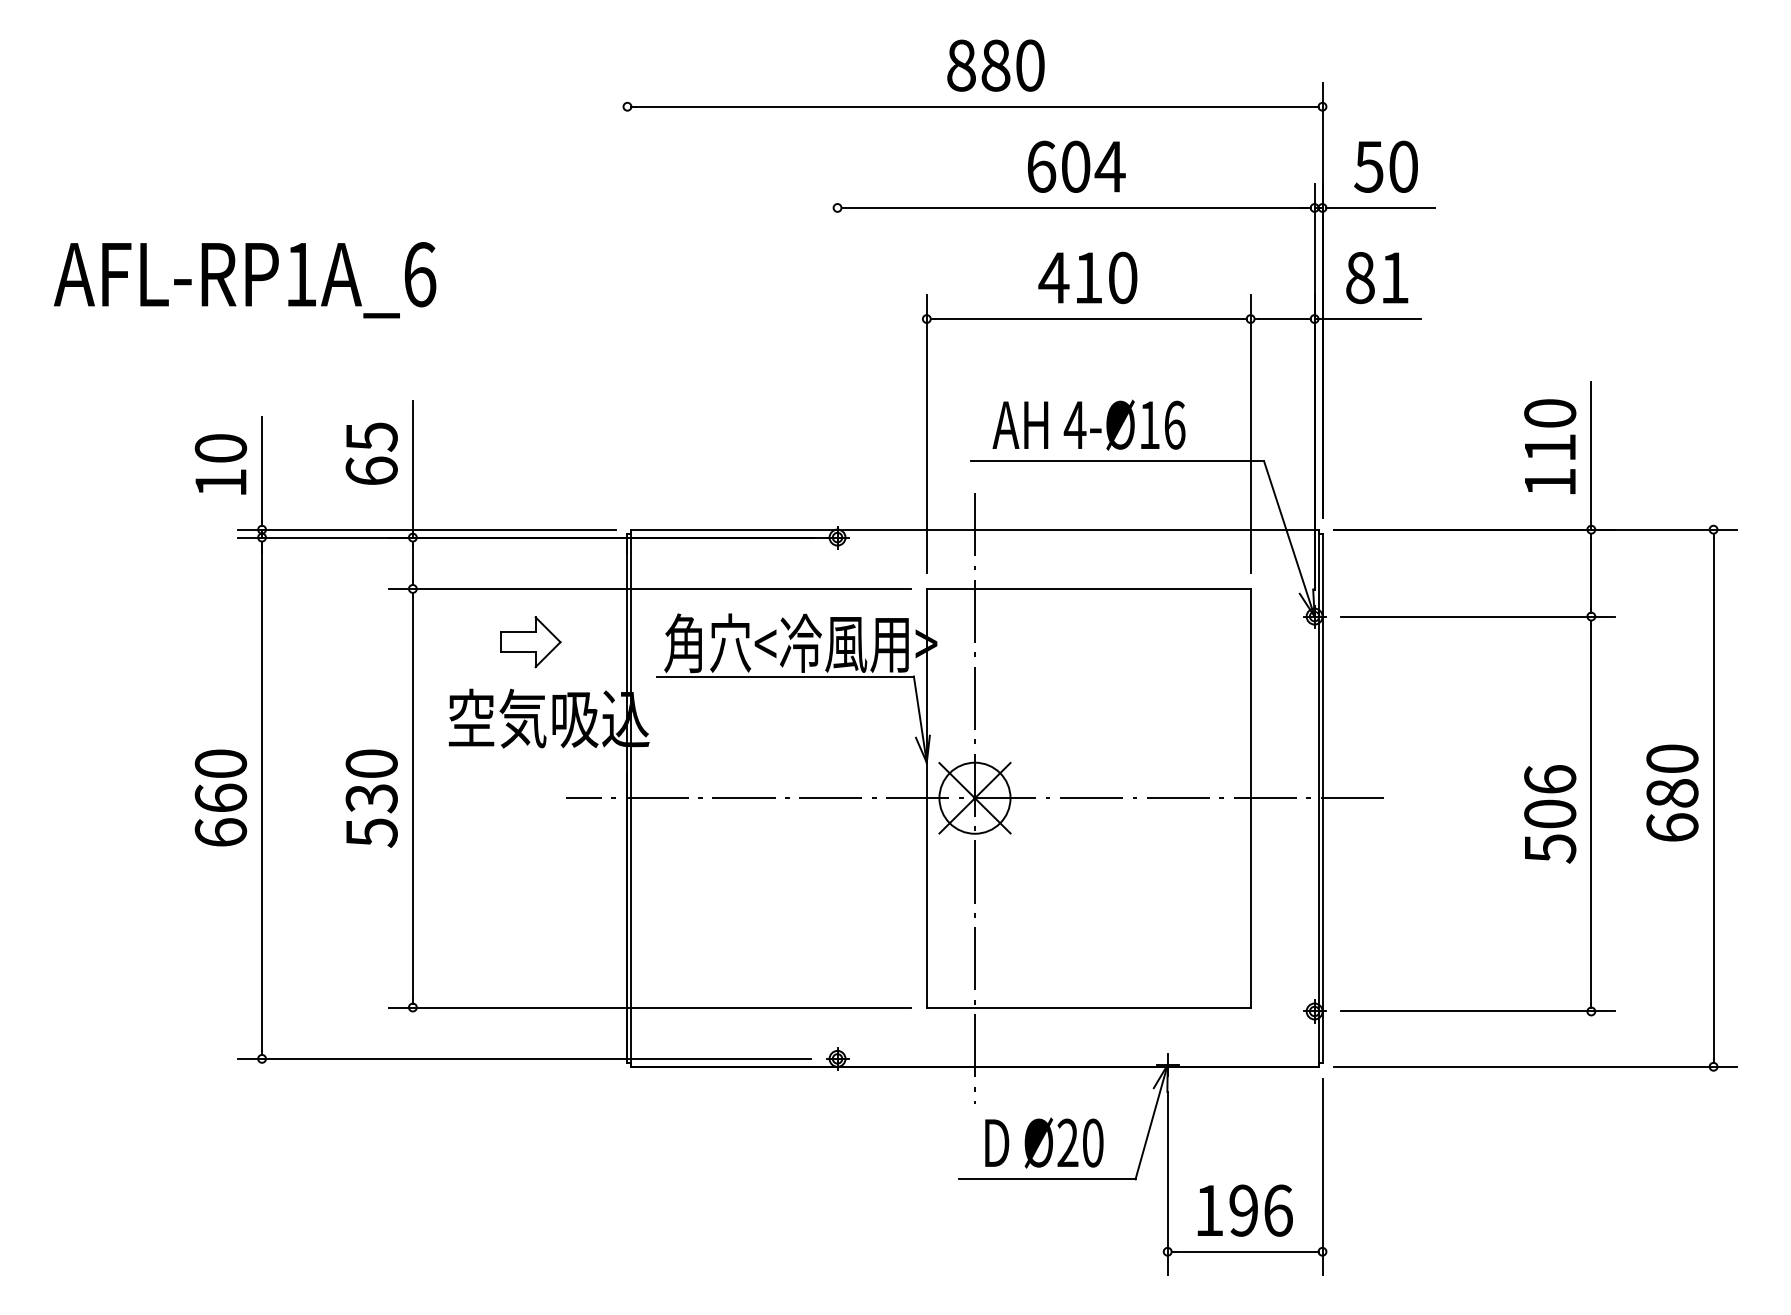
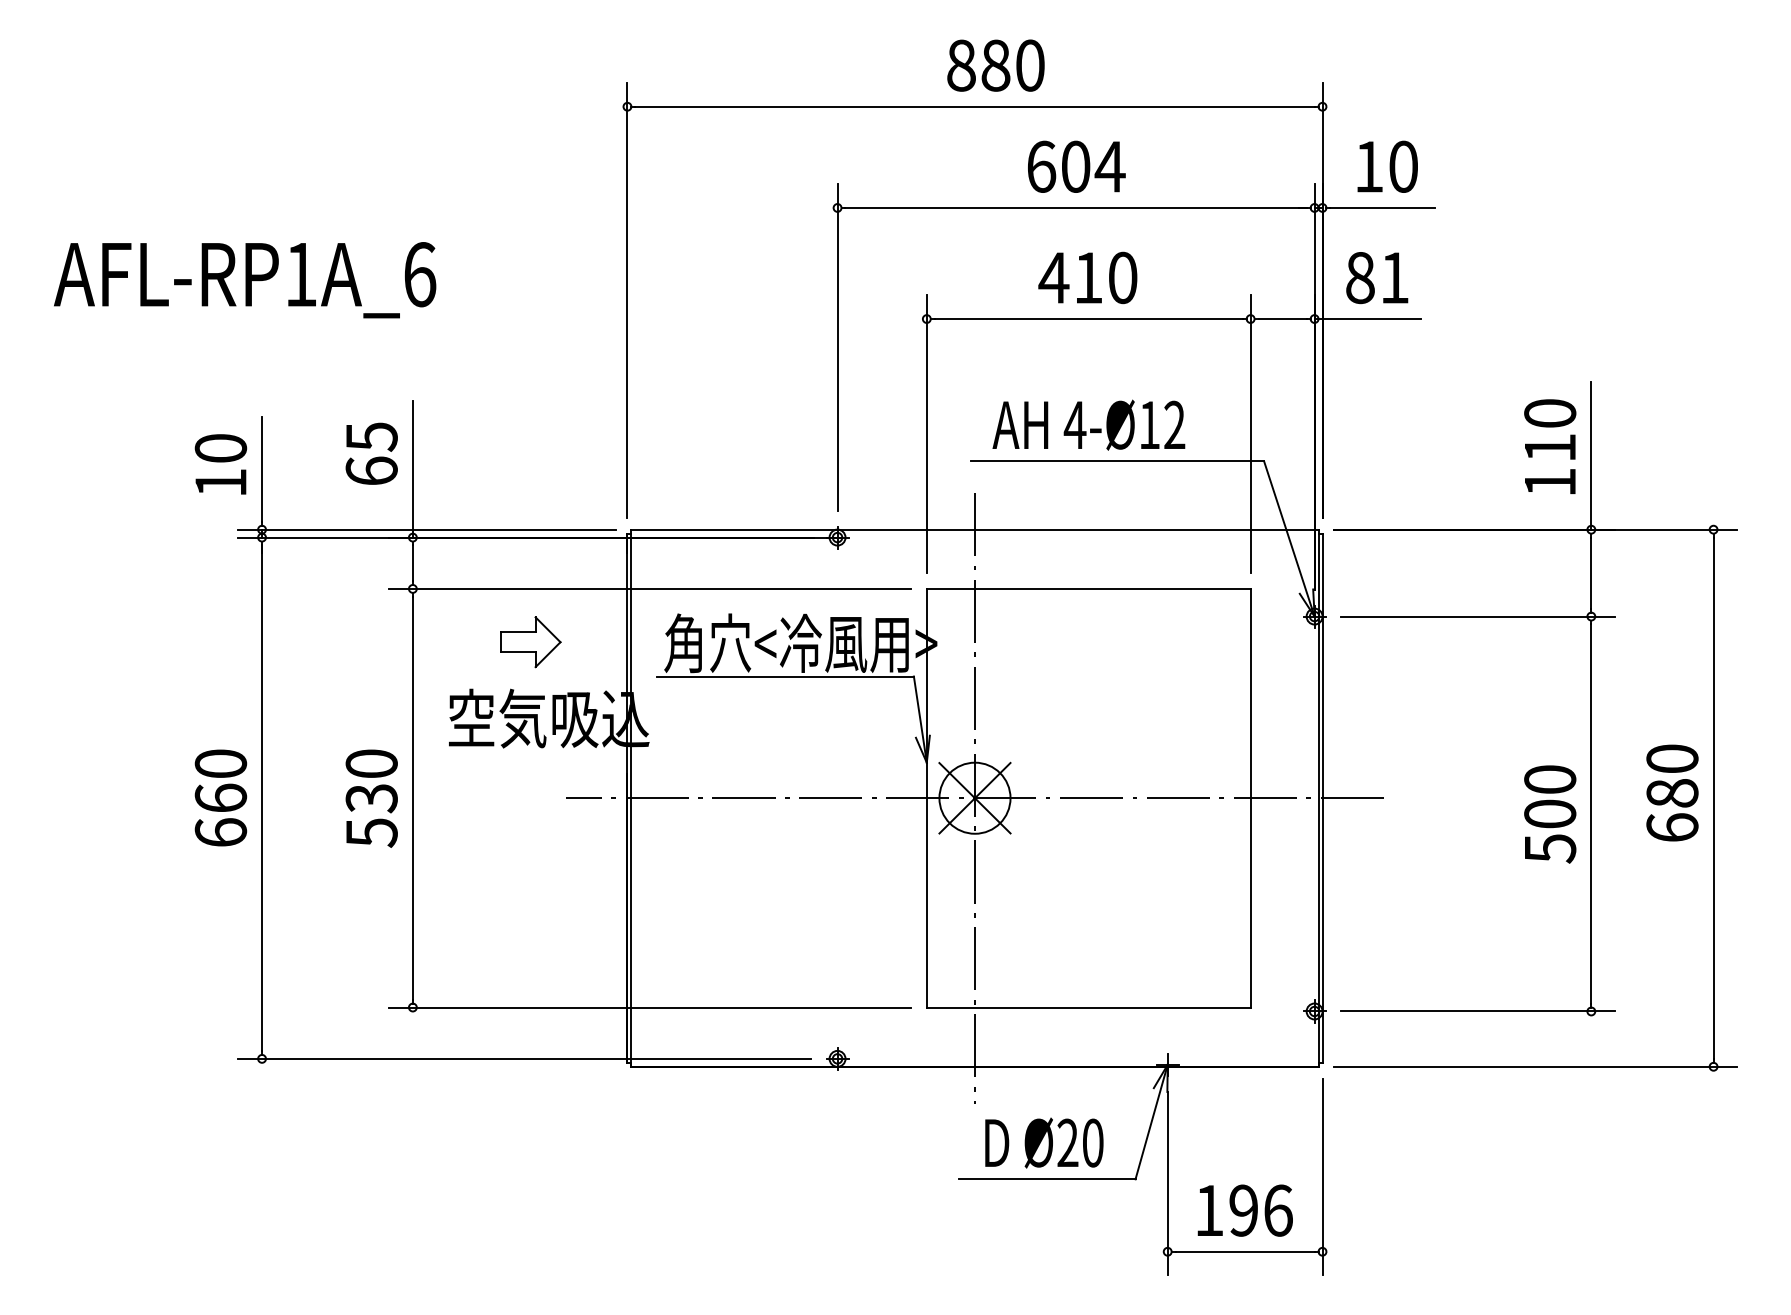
text at (1368, 166): 50 -> 10
line at (627, 300): none -> present
line at (837, 347): none -> present
text at (1174, 424): 4-Ø16 -> 4-Ø12
text at (1550, 779): 506 -> 500
